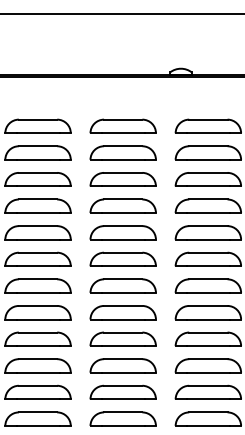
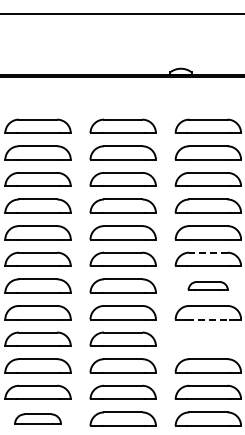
line at (207, 252): solid -> dashed
part at (207, 285) size: 68x16 px -> 42x10 px
line at (208, 319): solid -> dashed
part at (207, 338): present -> none
part at (37, 418) size: 68x16 px -> 48x12 px
